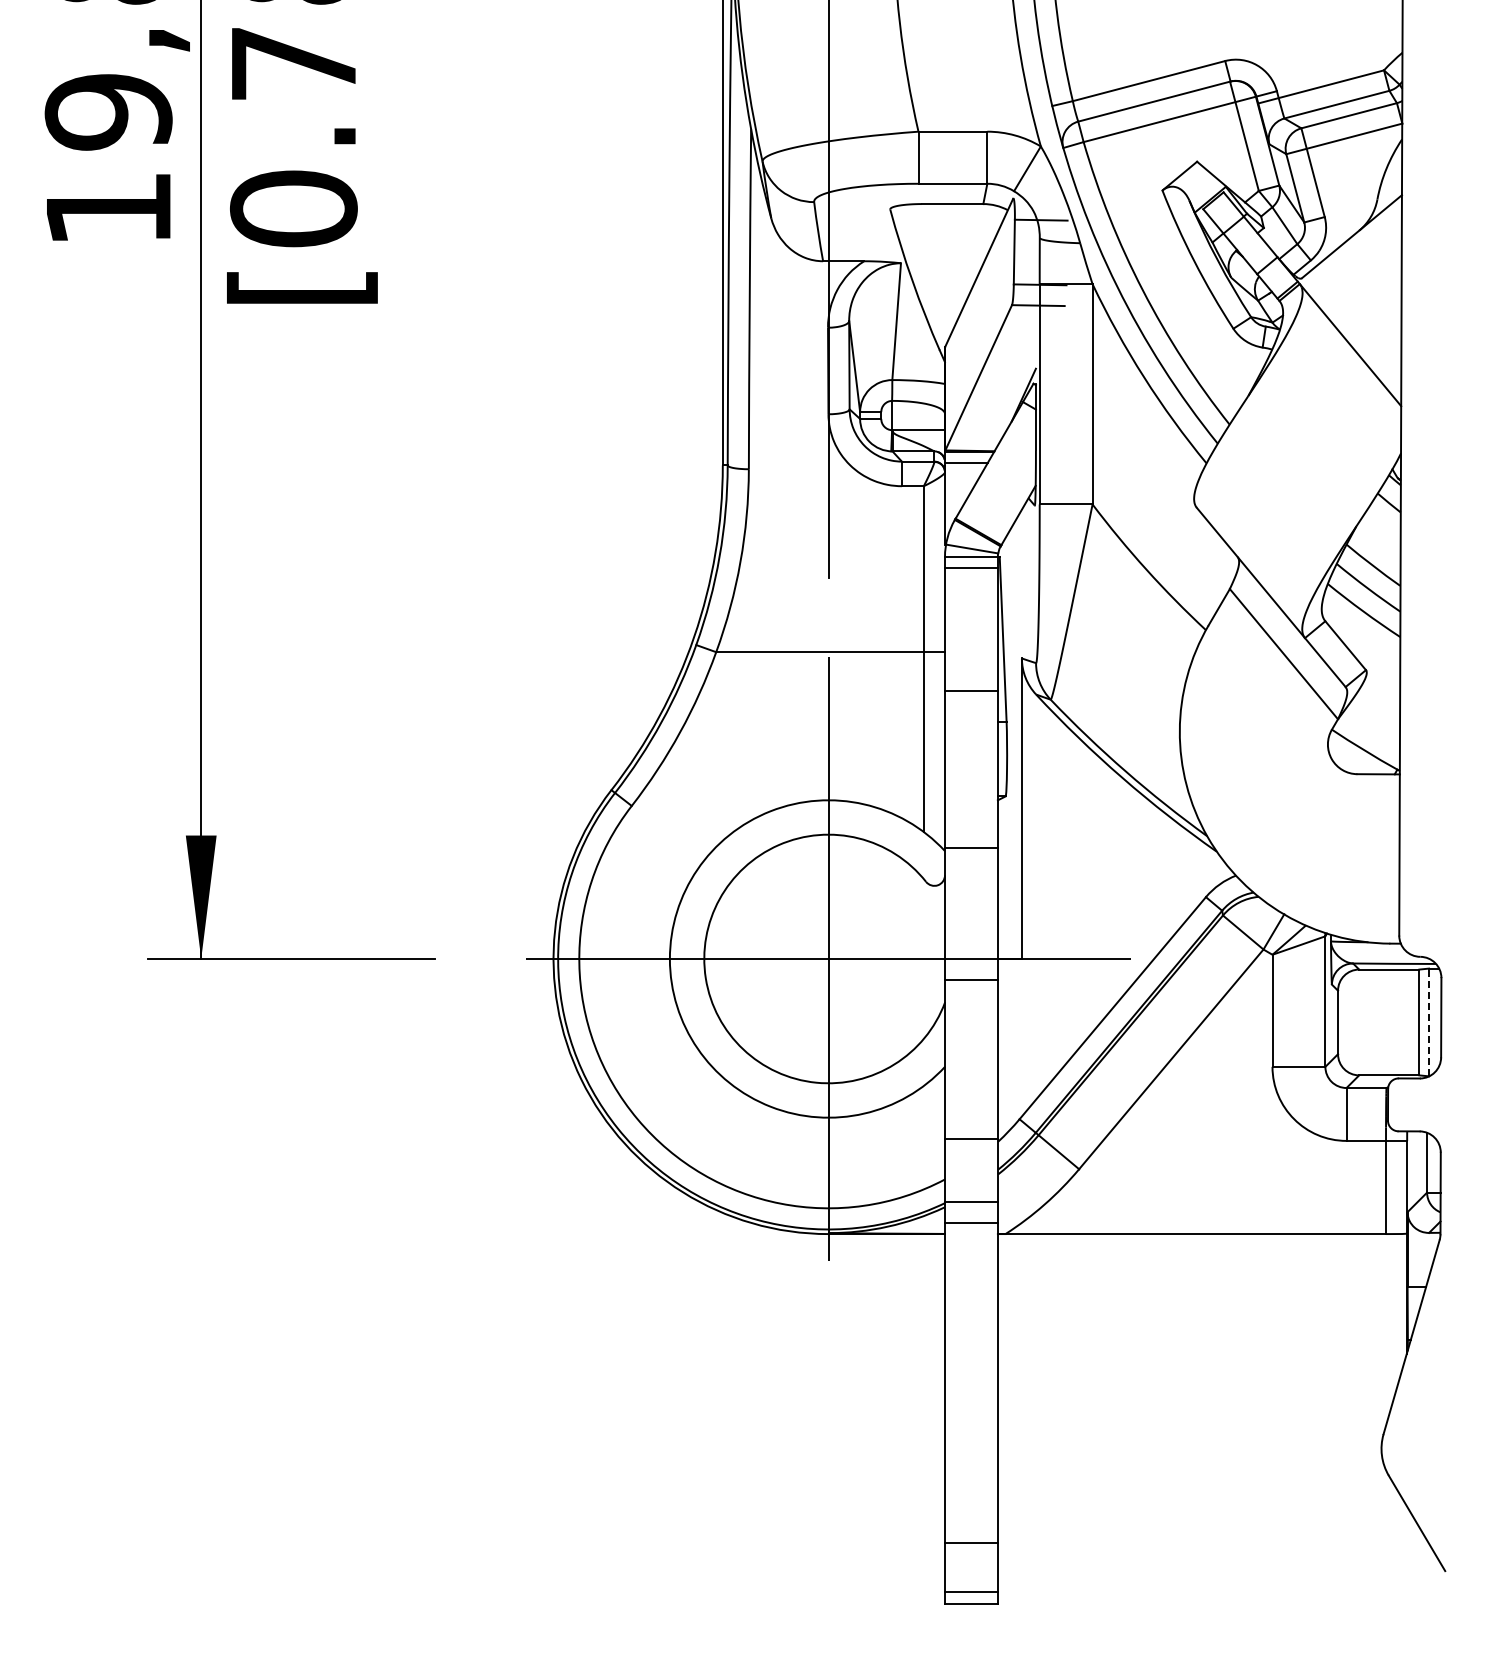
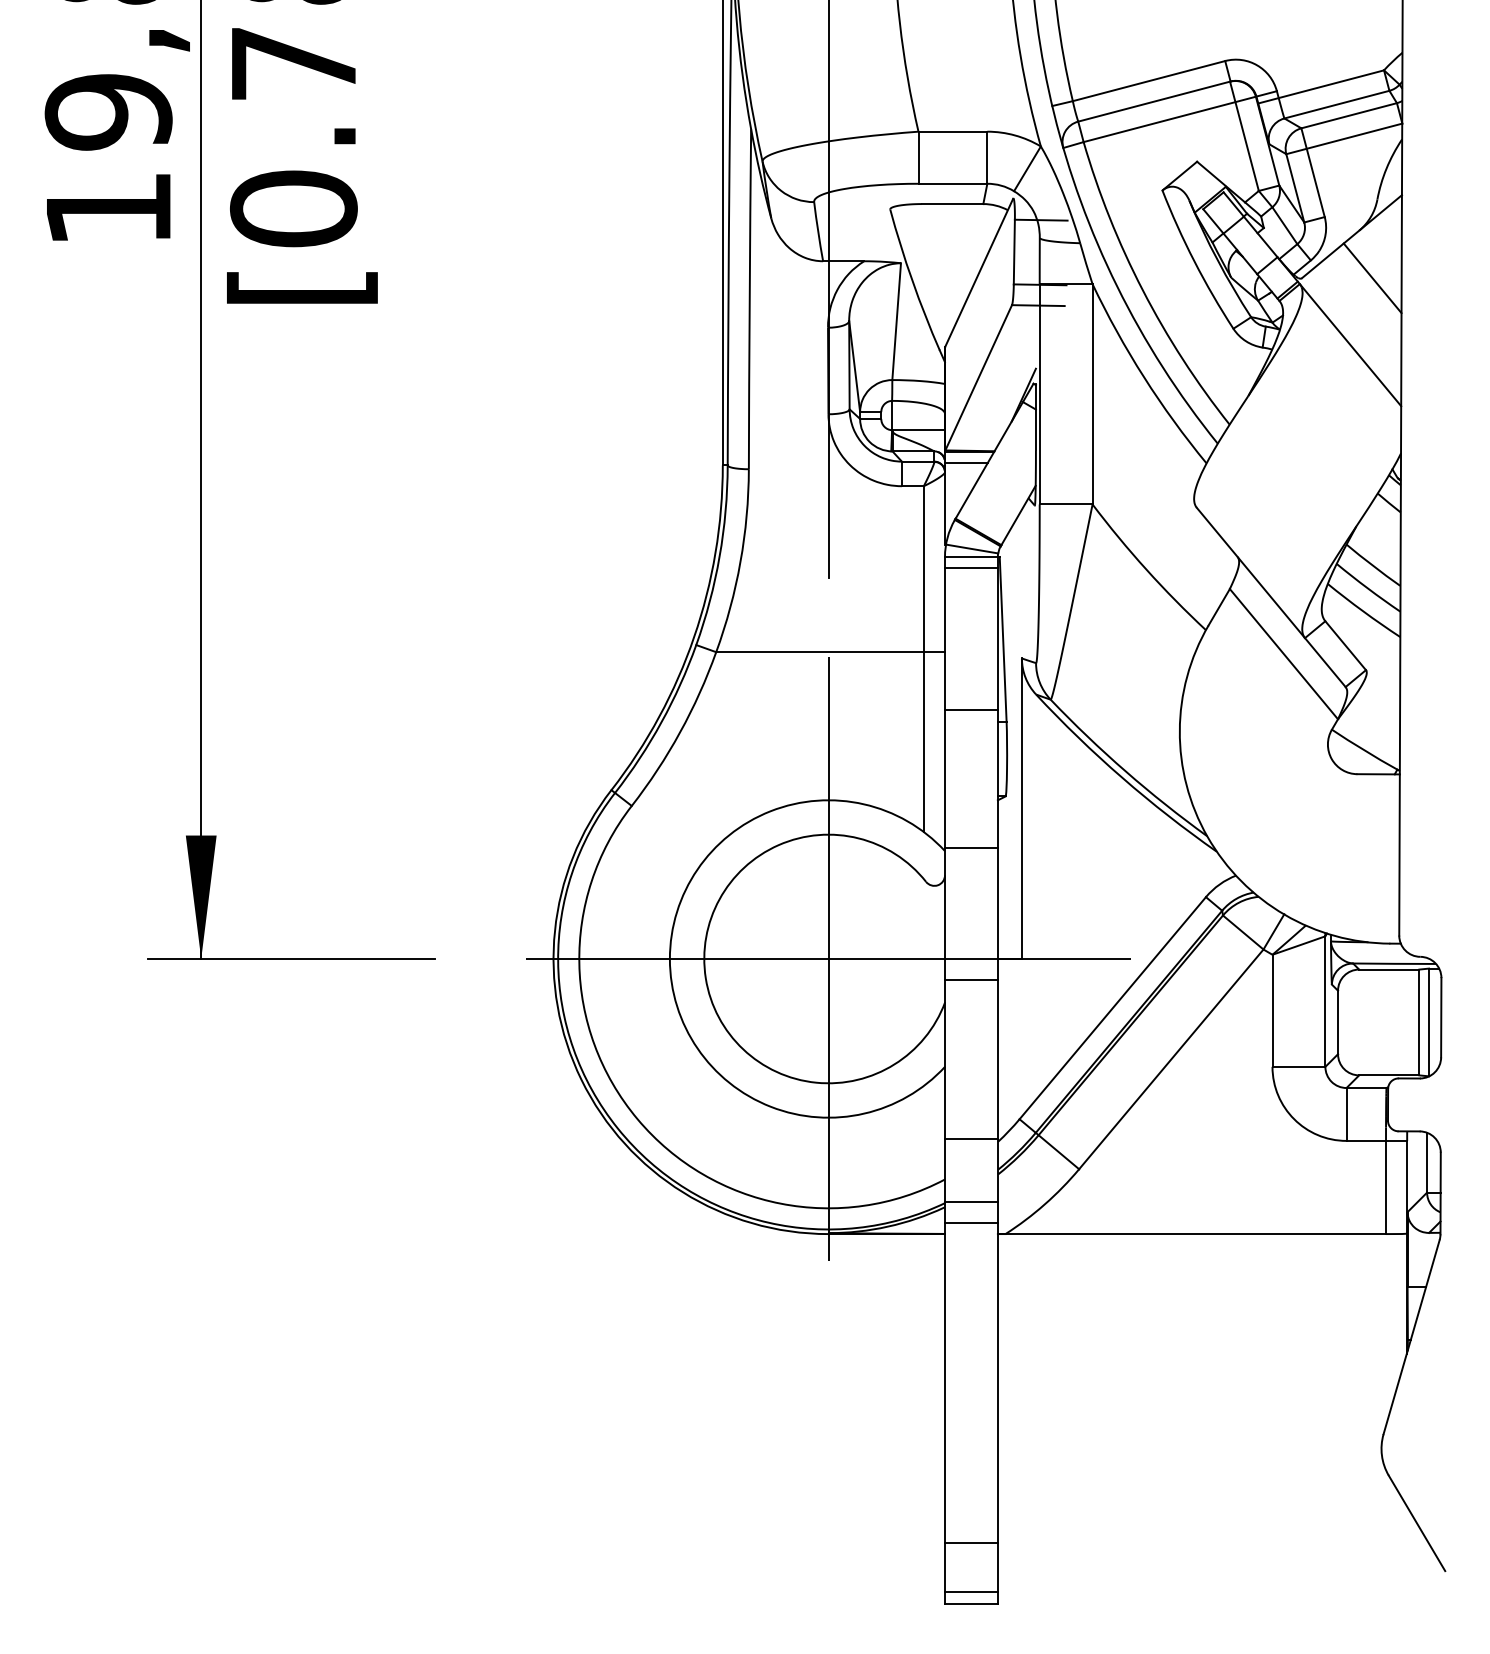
line at (1372, 278): none -> present
line at (970, 691) position: (970, 691) -> (970, 710)
line at (1429, 1022): dashed -> solid
